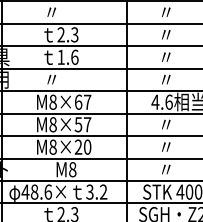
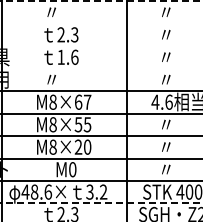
line at (101, 1): solid -> dashed
line at (100, 23): present -> none
line at (100, 46): present -> none
line at (100, 68): present -> none
text at (87, 124): M8×57 -> M8×55
text at (72, 169): M8 -> M0
line at (101, 203): solid -> dashed
